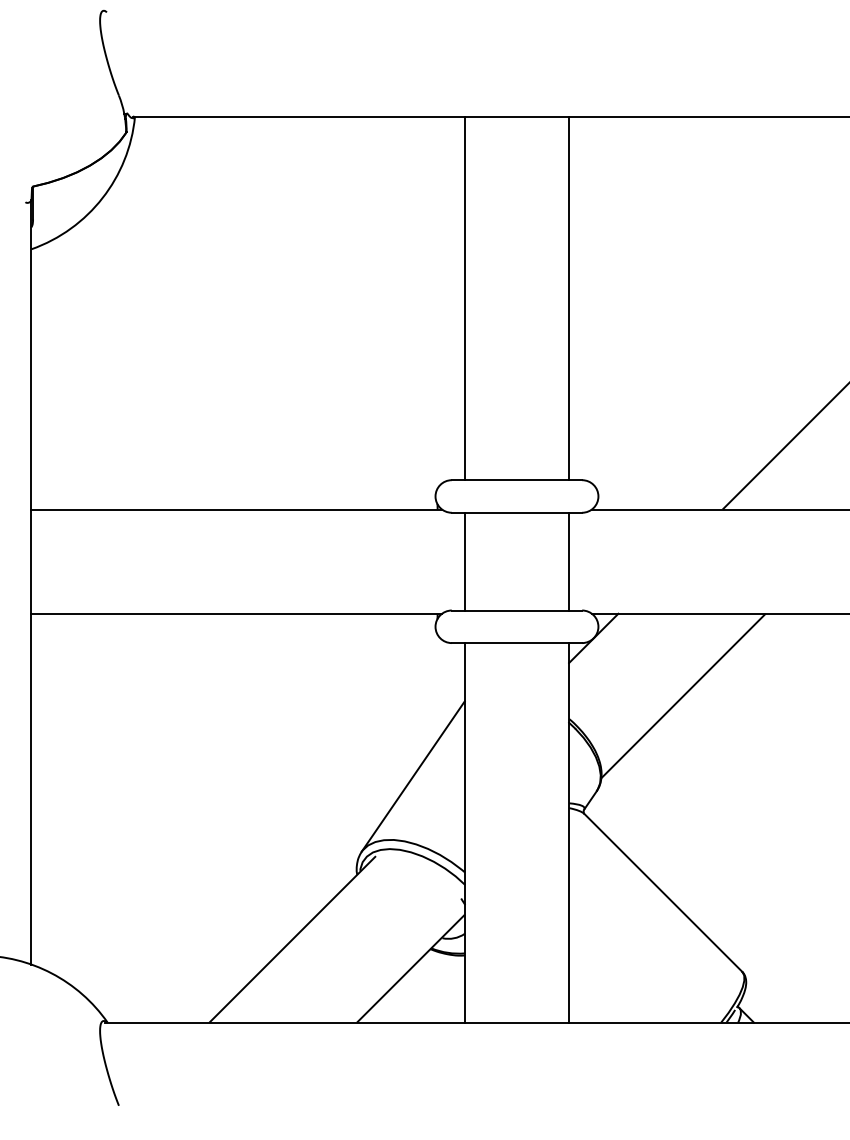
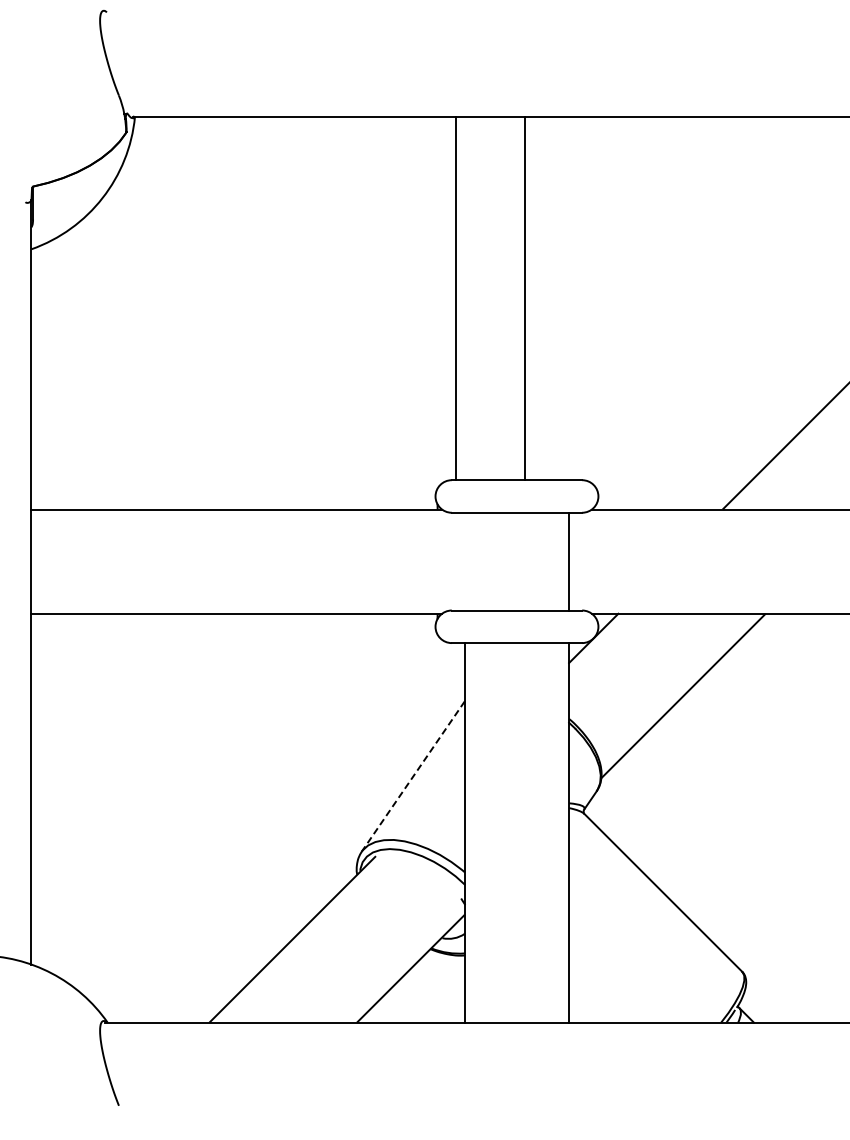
line at (464, 298) position: (464, 298) -> (455, 298)
line at (569, 298) position: (569, 298) -> (525, 298)
line at (464, 561): present -> none
line at (413, 776): solid -> dashed
